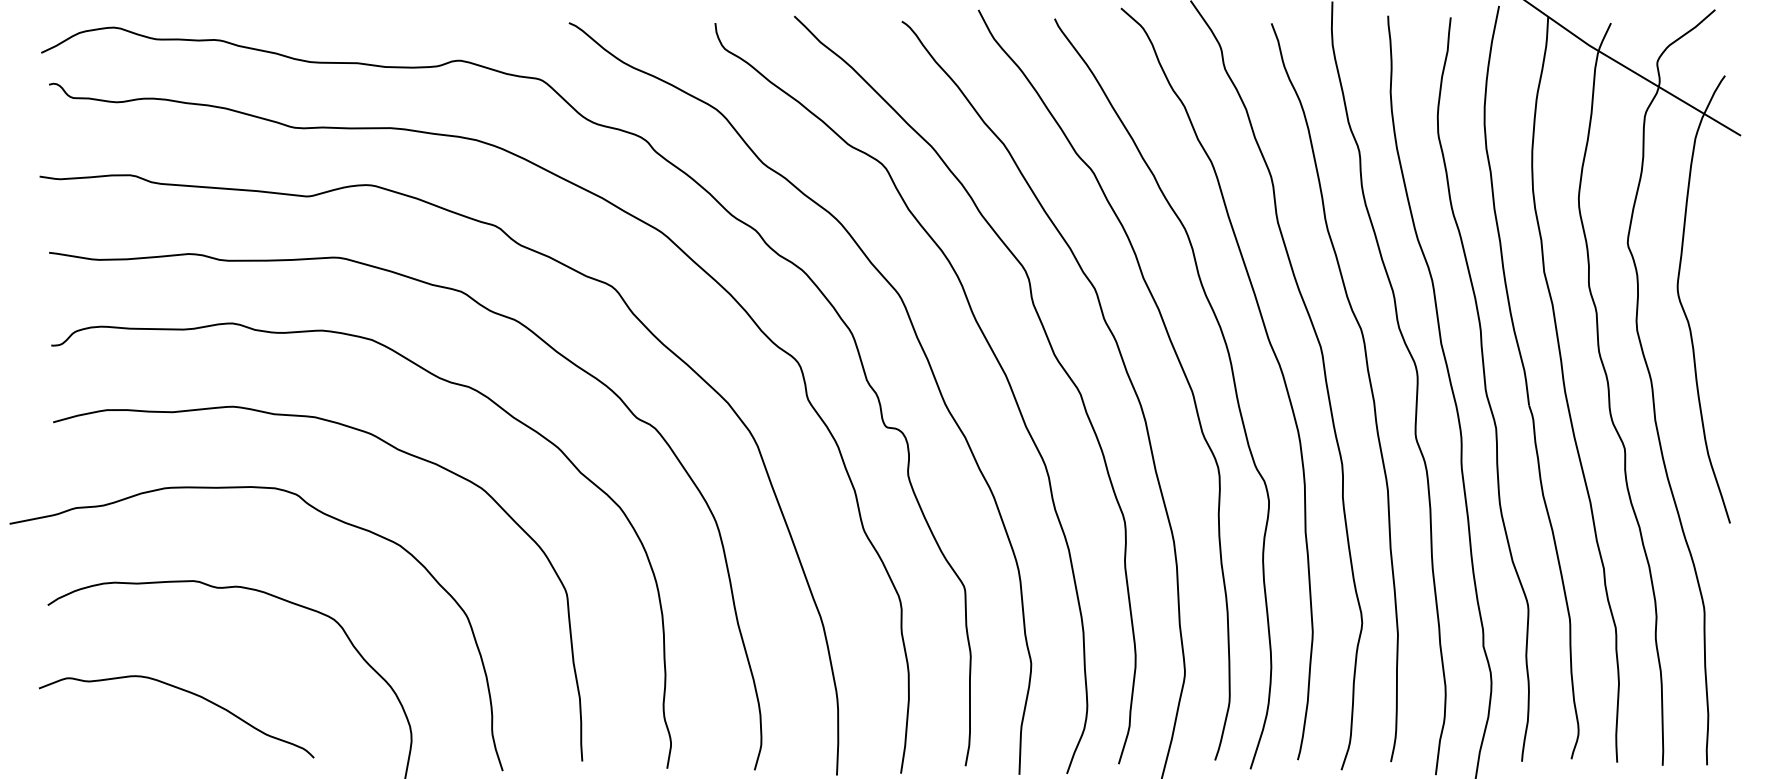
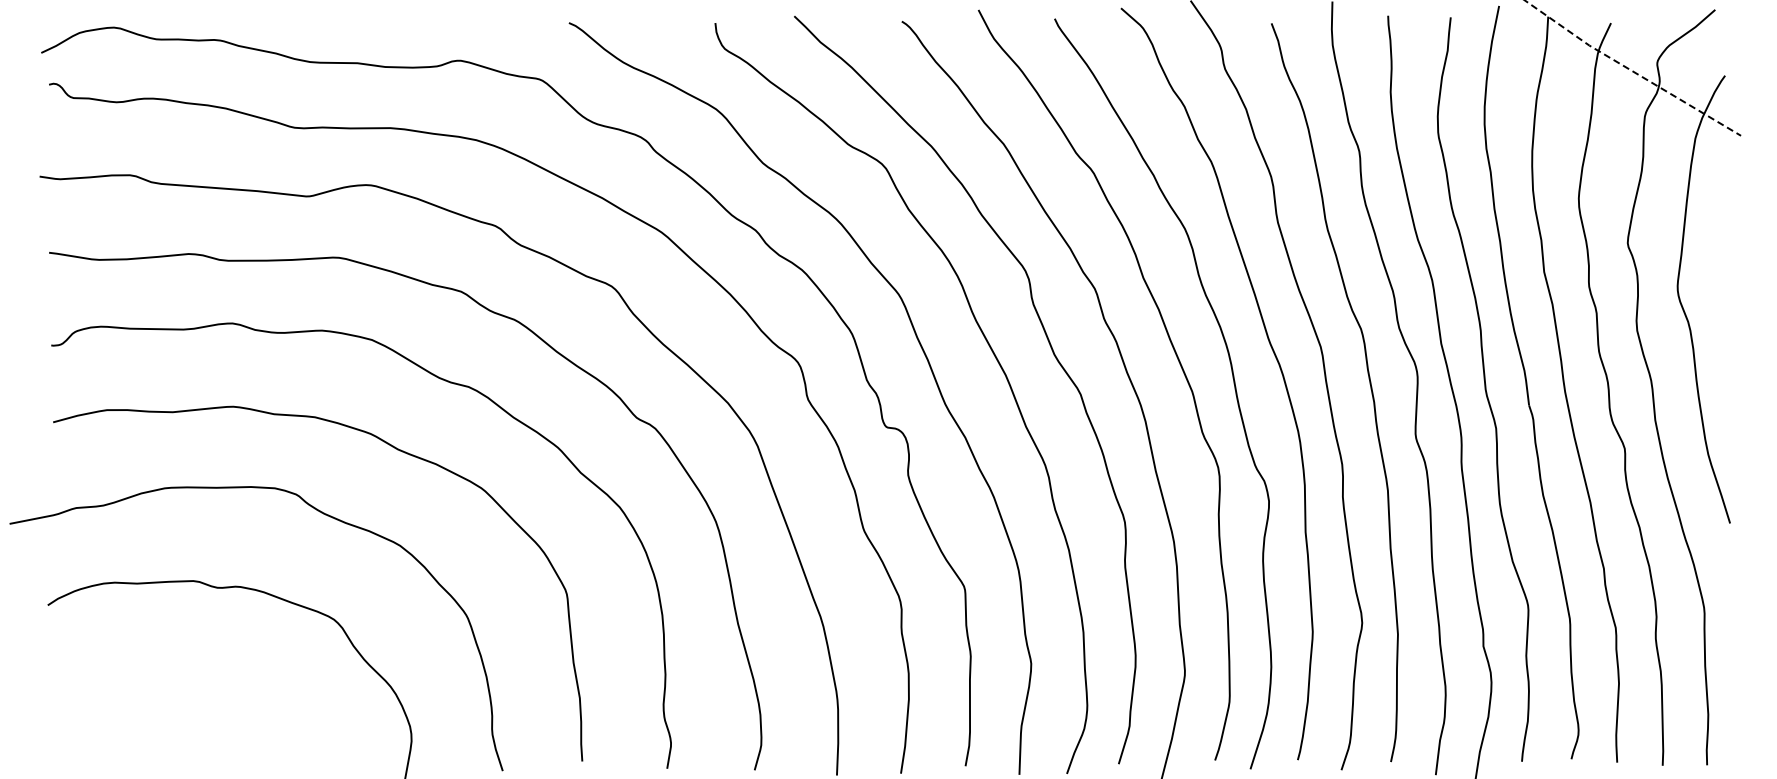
line at (1631, 70): solid -> dashed
curve at (184, 691): present -> none
